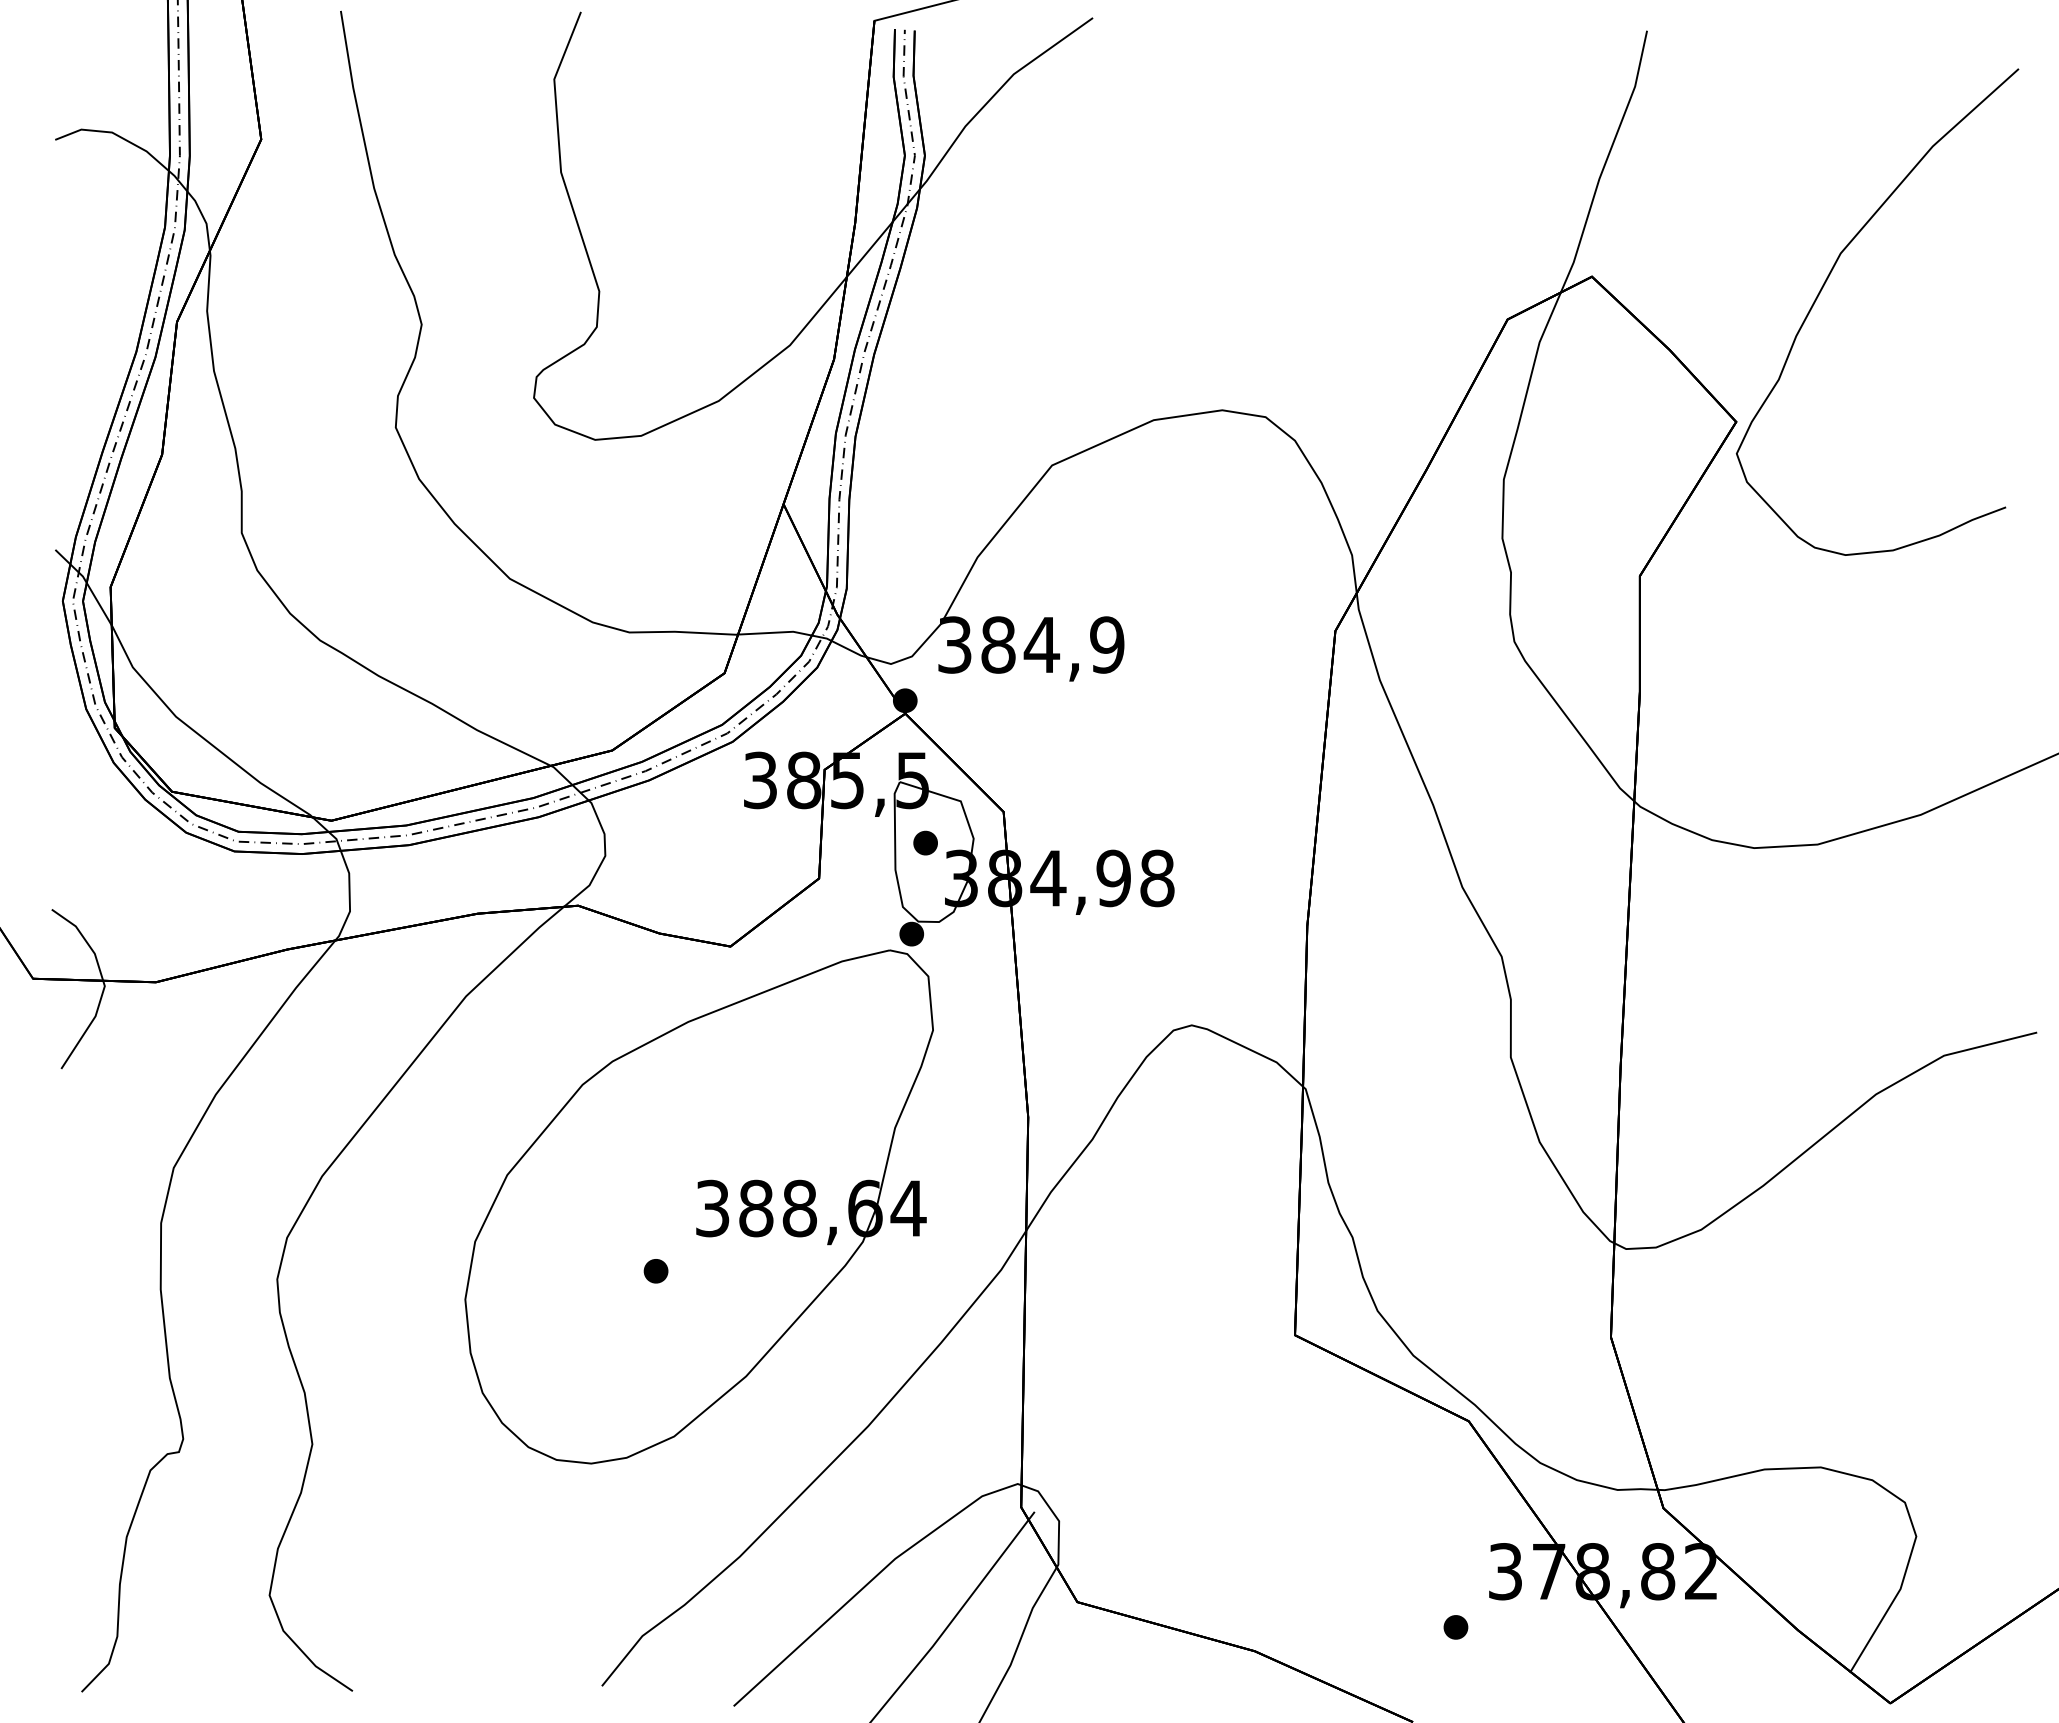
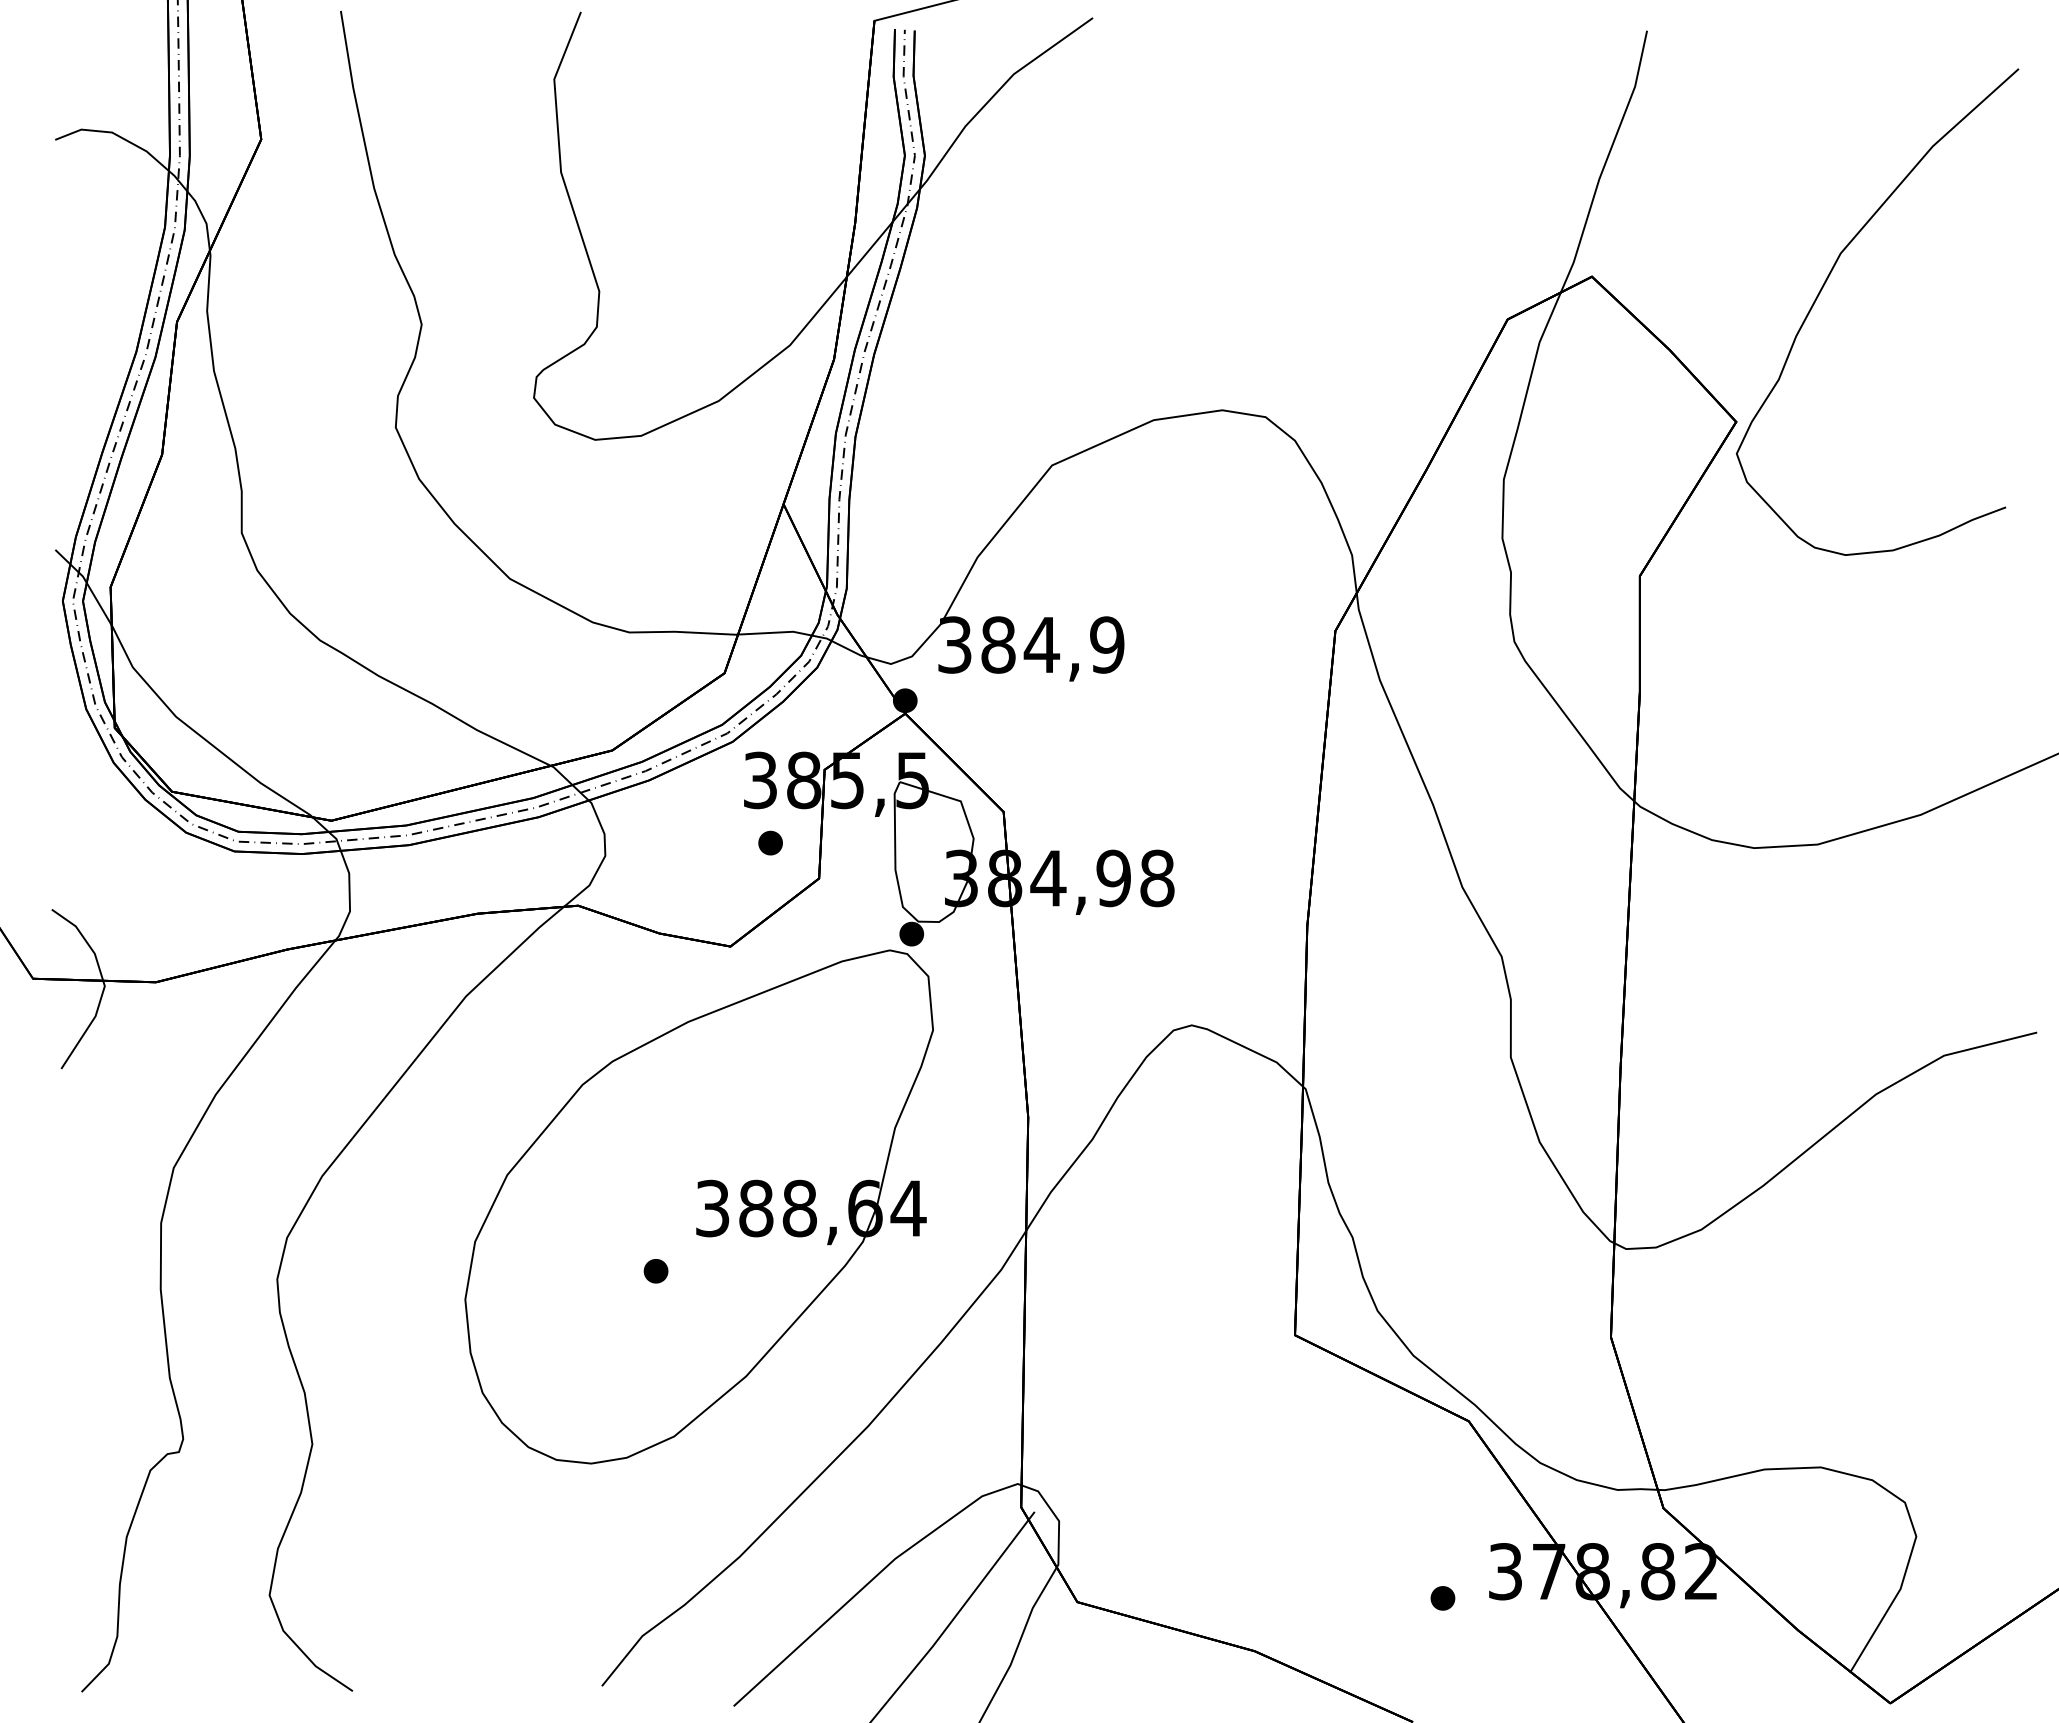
part at (925, 842) position: (925, 842) -> (770, 842)
part at (1455, 1627) position: (1455, 1627) -> (1442, 1598)
